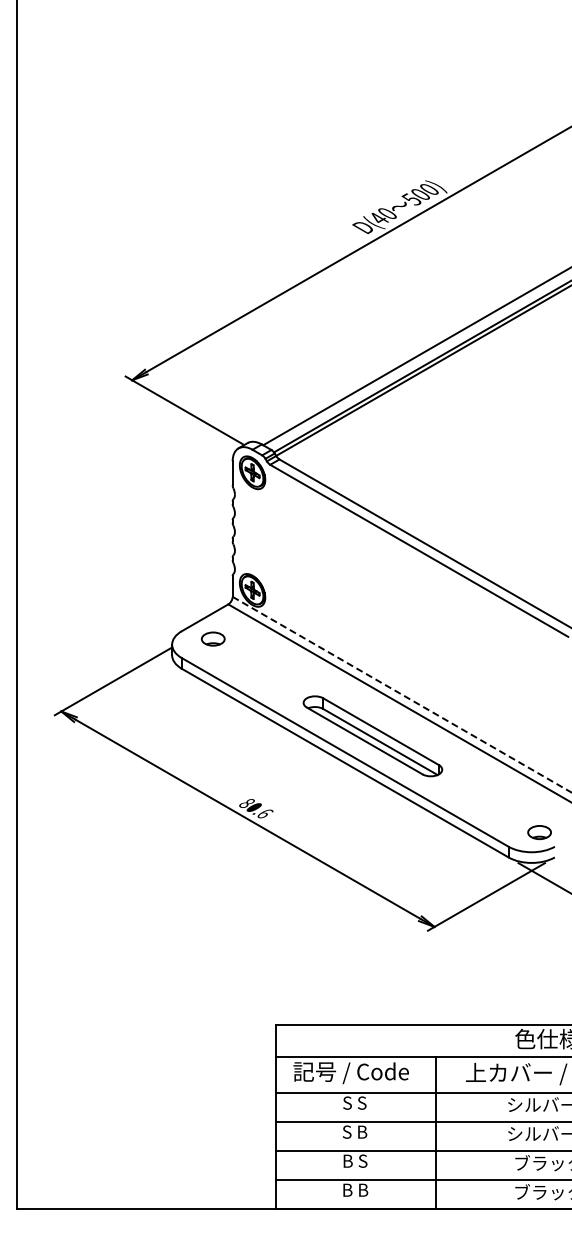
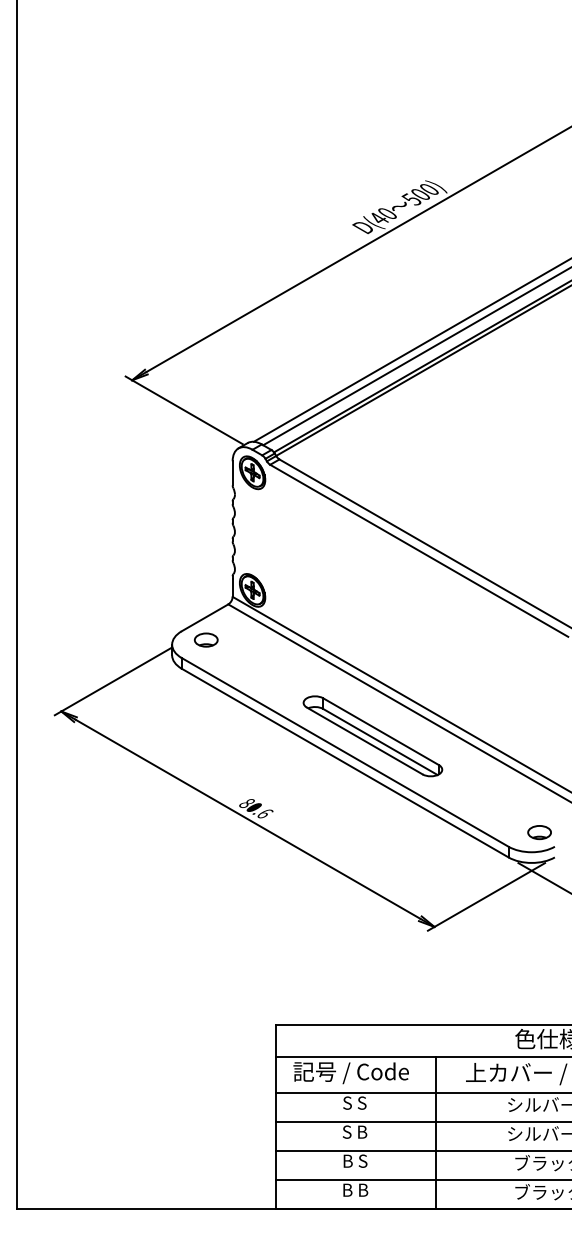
line at (410, 350): none -> present
part at (213, 638) position: (213, 638) -> (206, 639)
line at (402, 694): dashed -> solid
